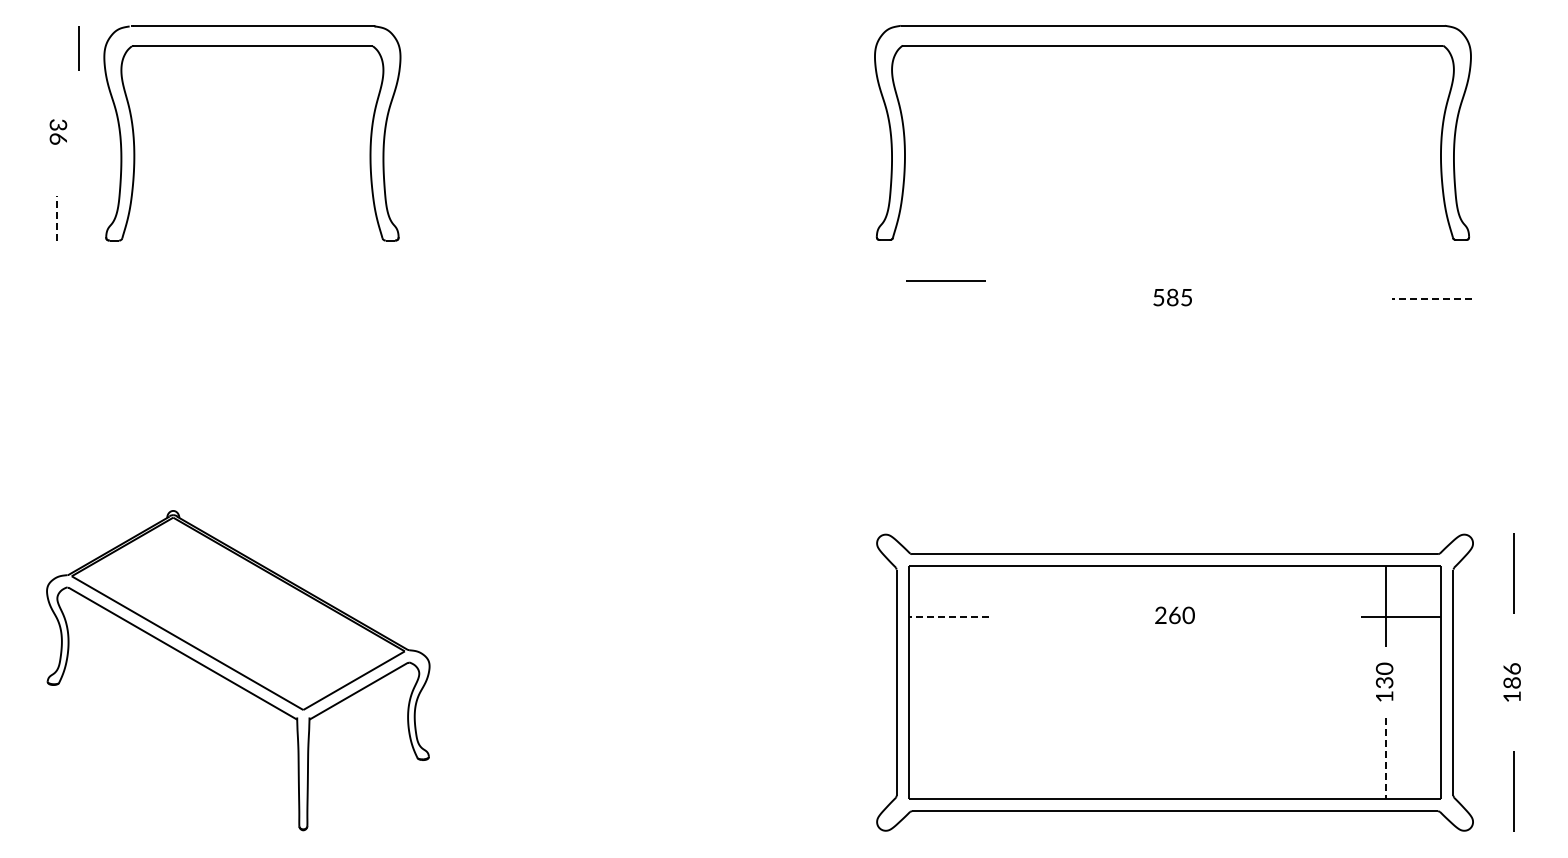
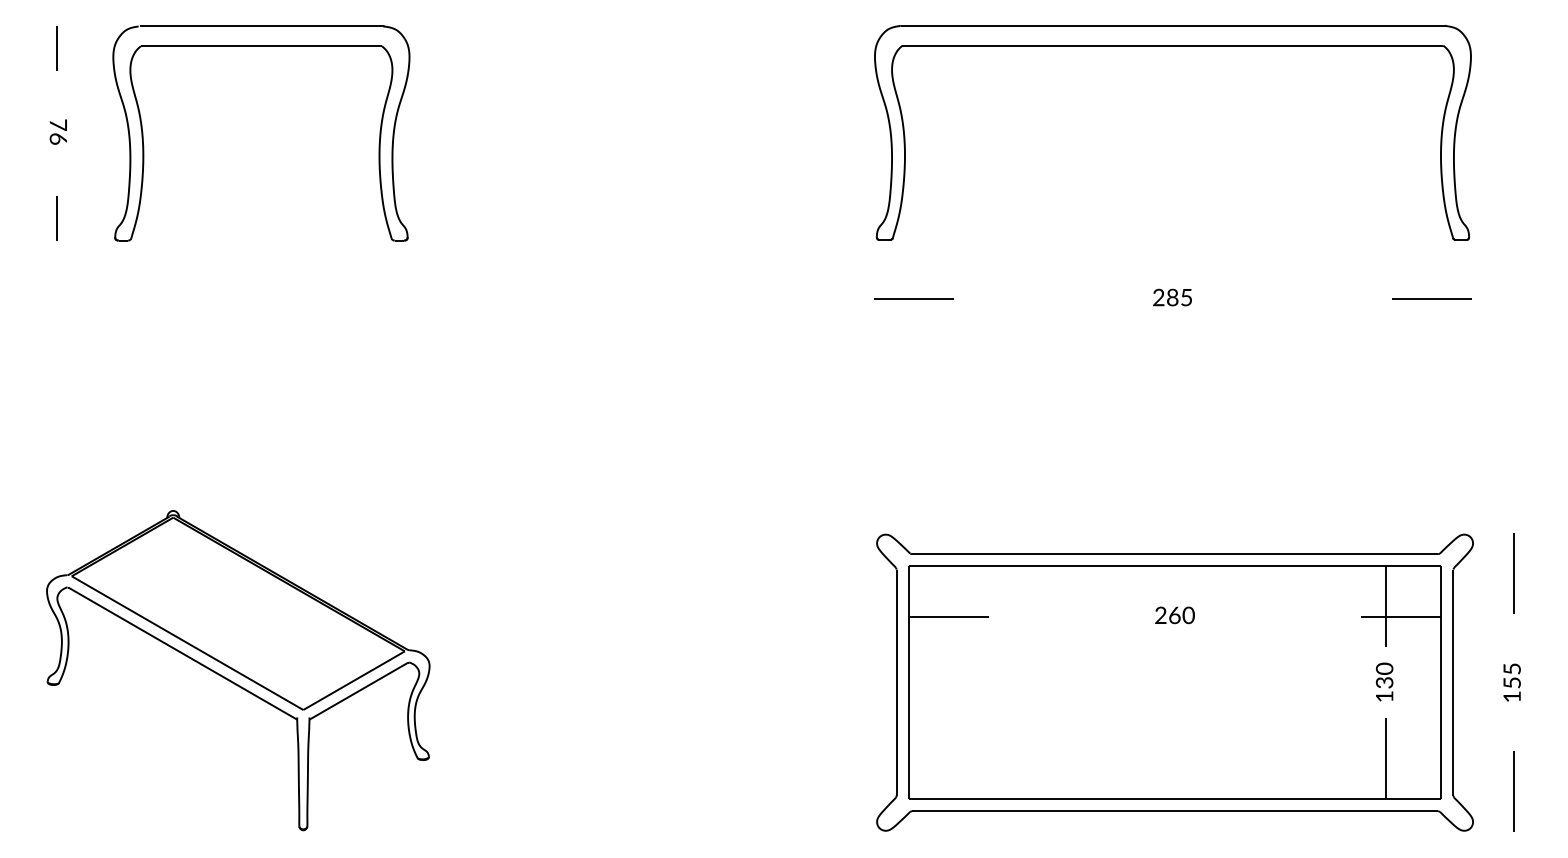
part at (252, 46) position: (252, 46) -> (261, 46)
line at (78, 48) position: (78, 48) -> (56, 48)
text at (58, 124): 36 -> 76
line at (56, 217): dashed -> solid
line at (945, 280) position: (945, 280) -> (913, 298)
text at (1158, 297): 585 -> 285
line at (1431, 299): dashed -> solid
line at (948, 617): dashed -> solid
text at (1511, 675): 186 -> 155
line at (1386, 759): dashed -> solid
